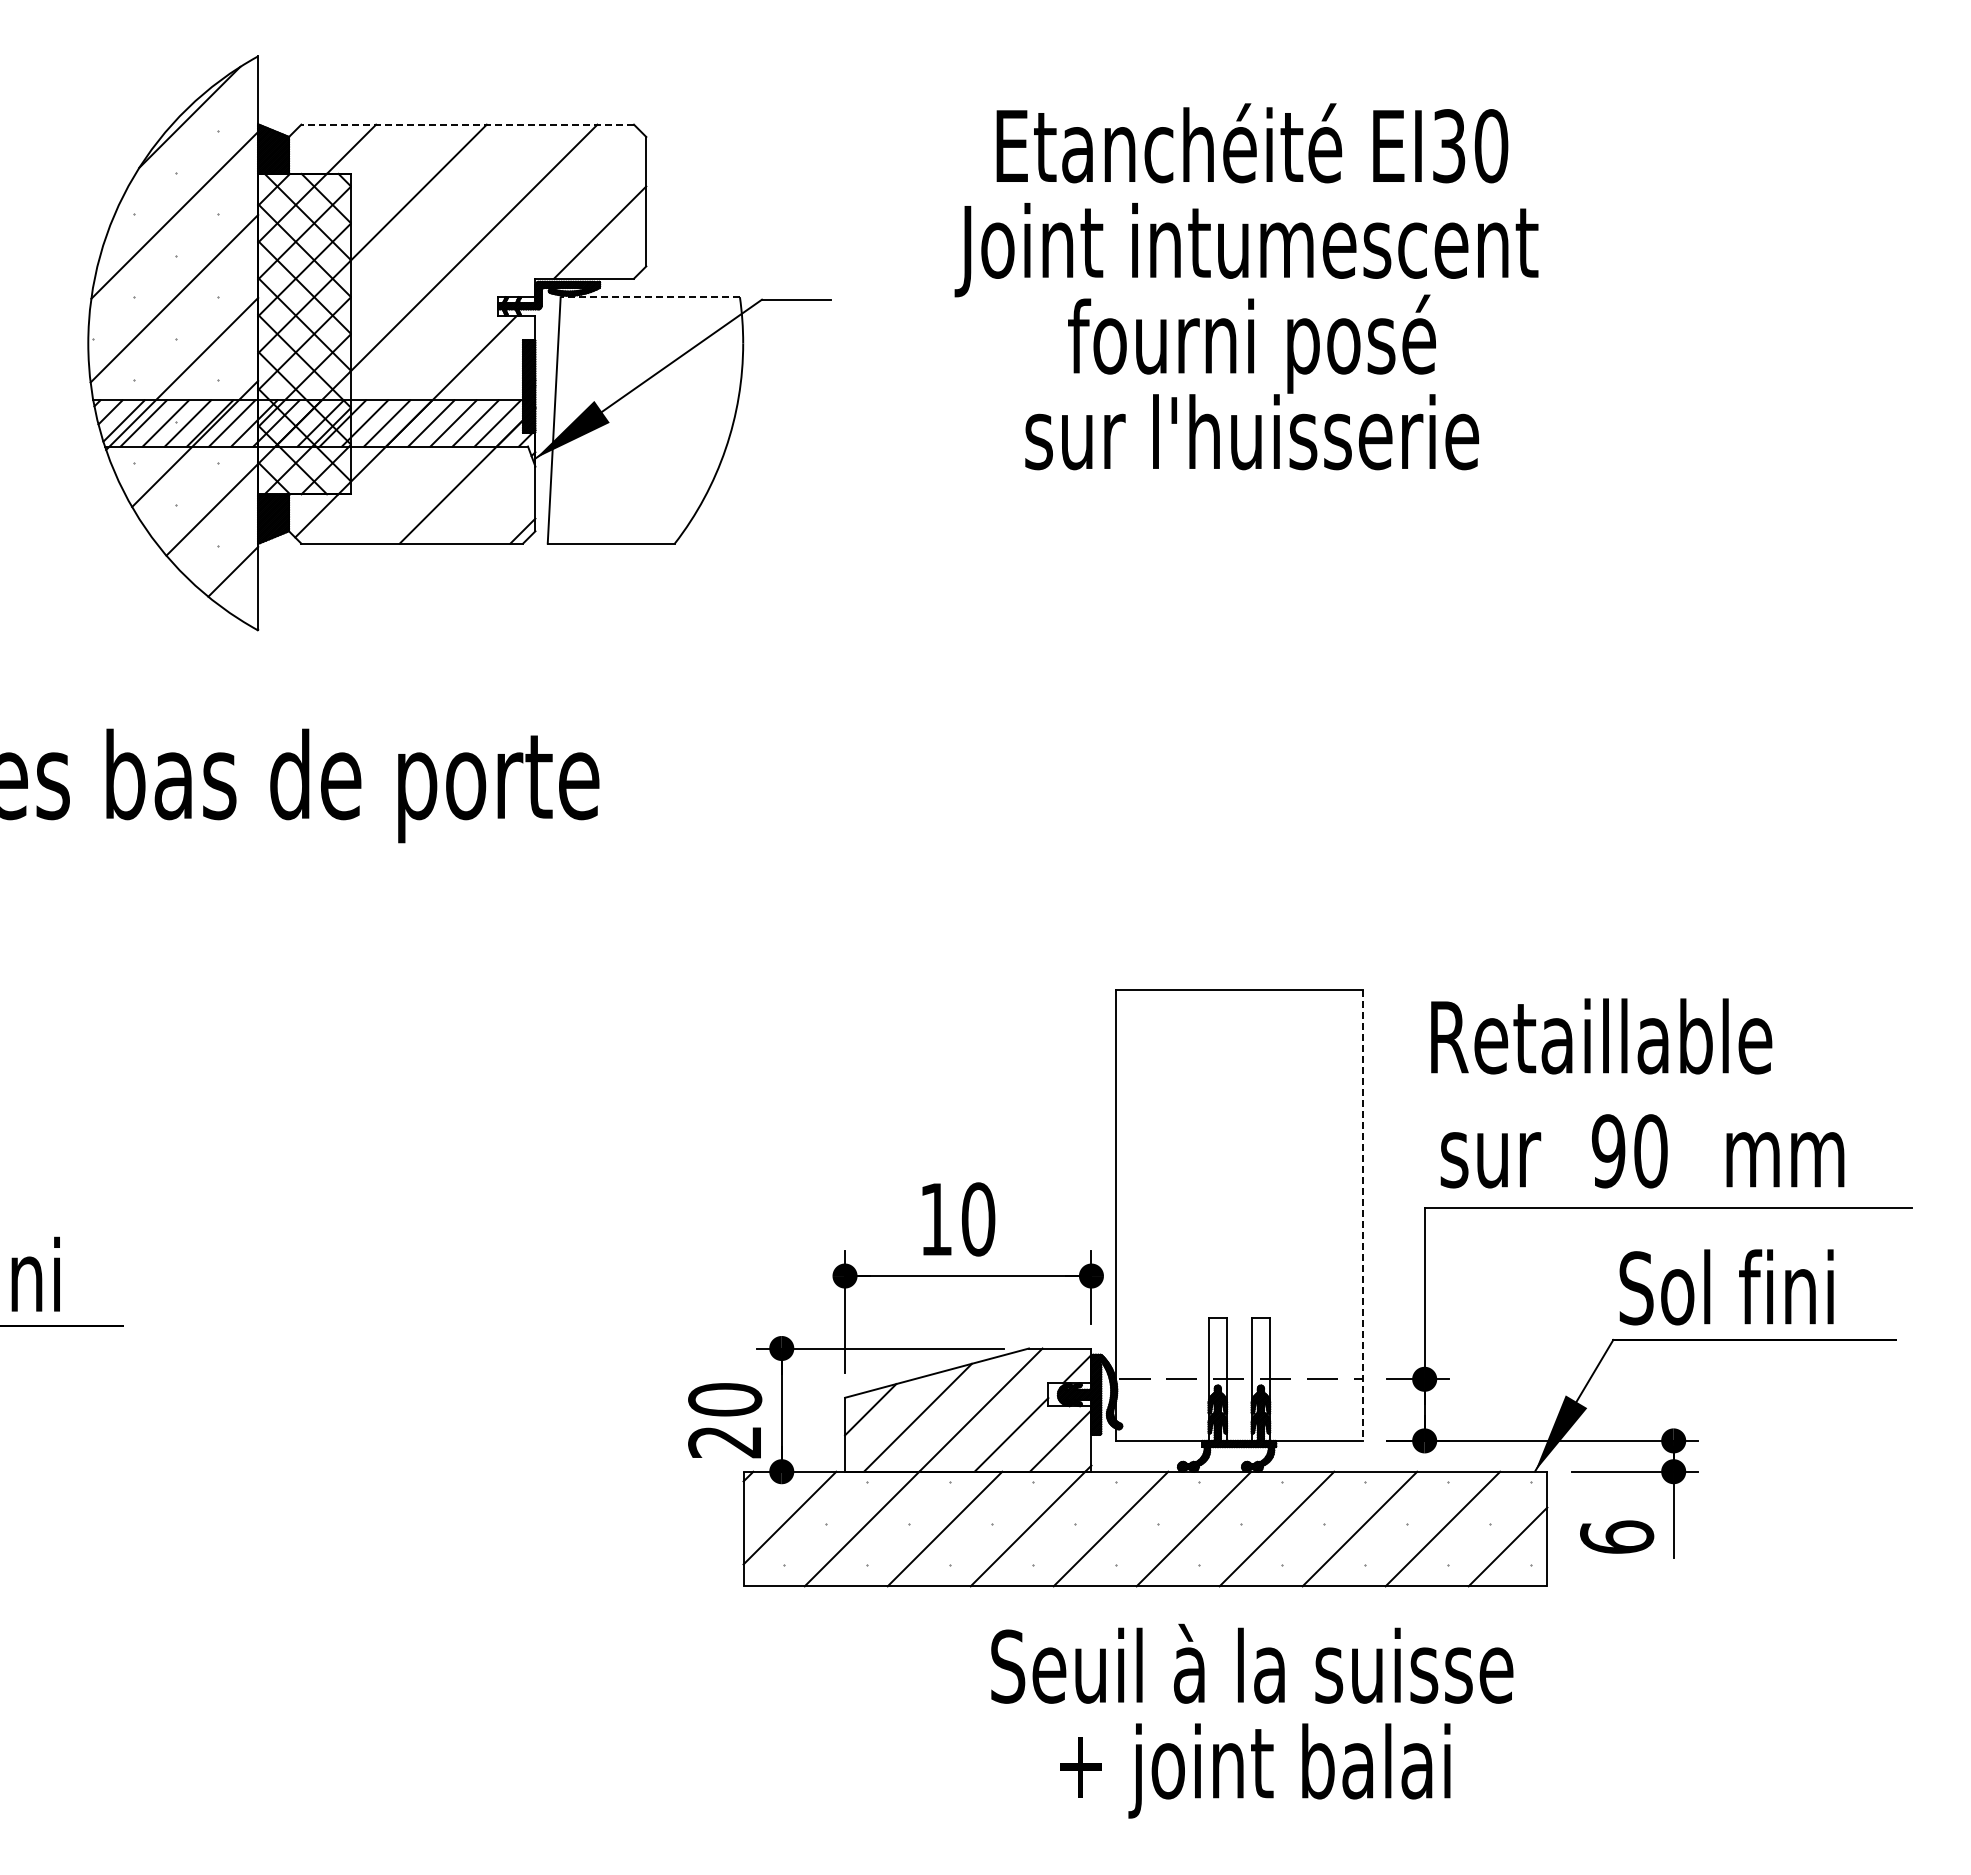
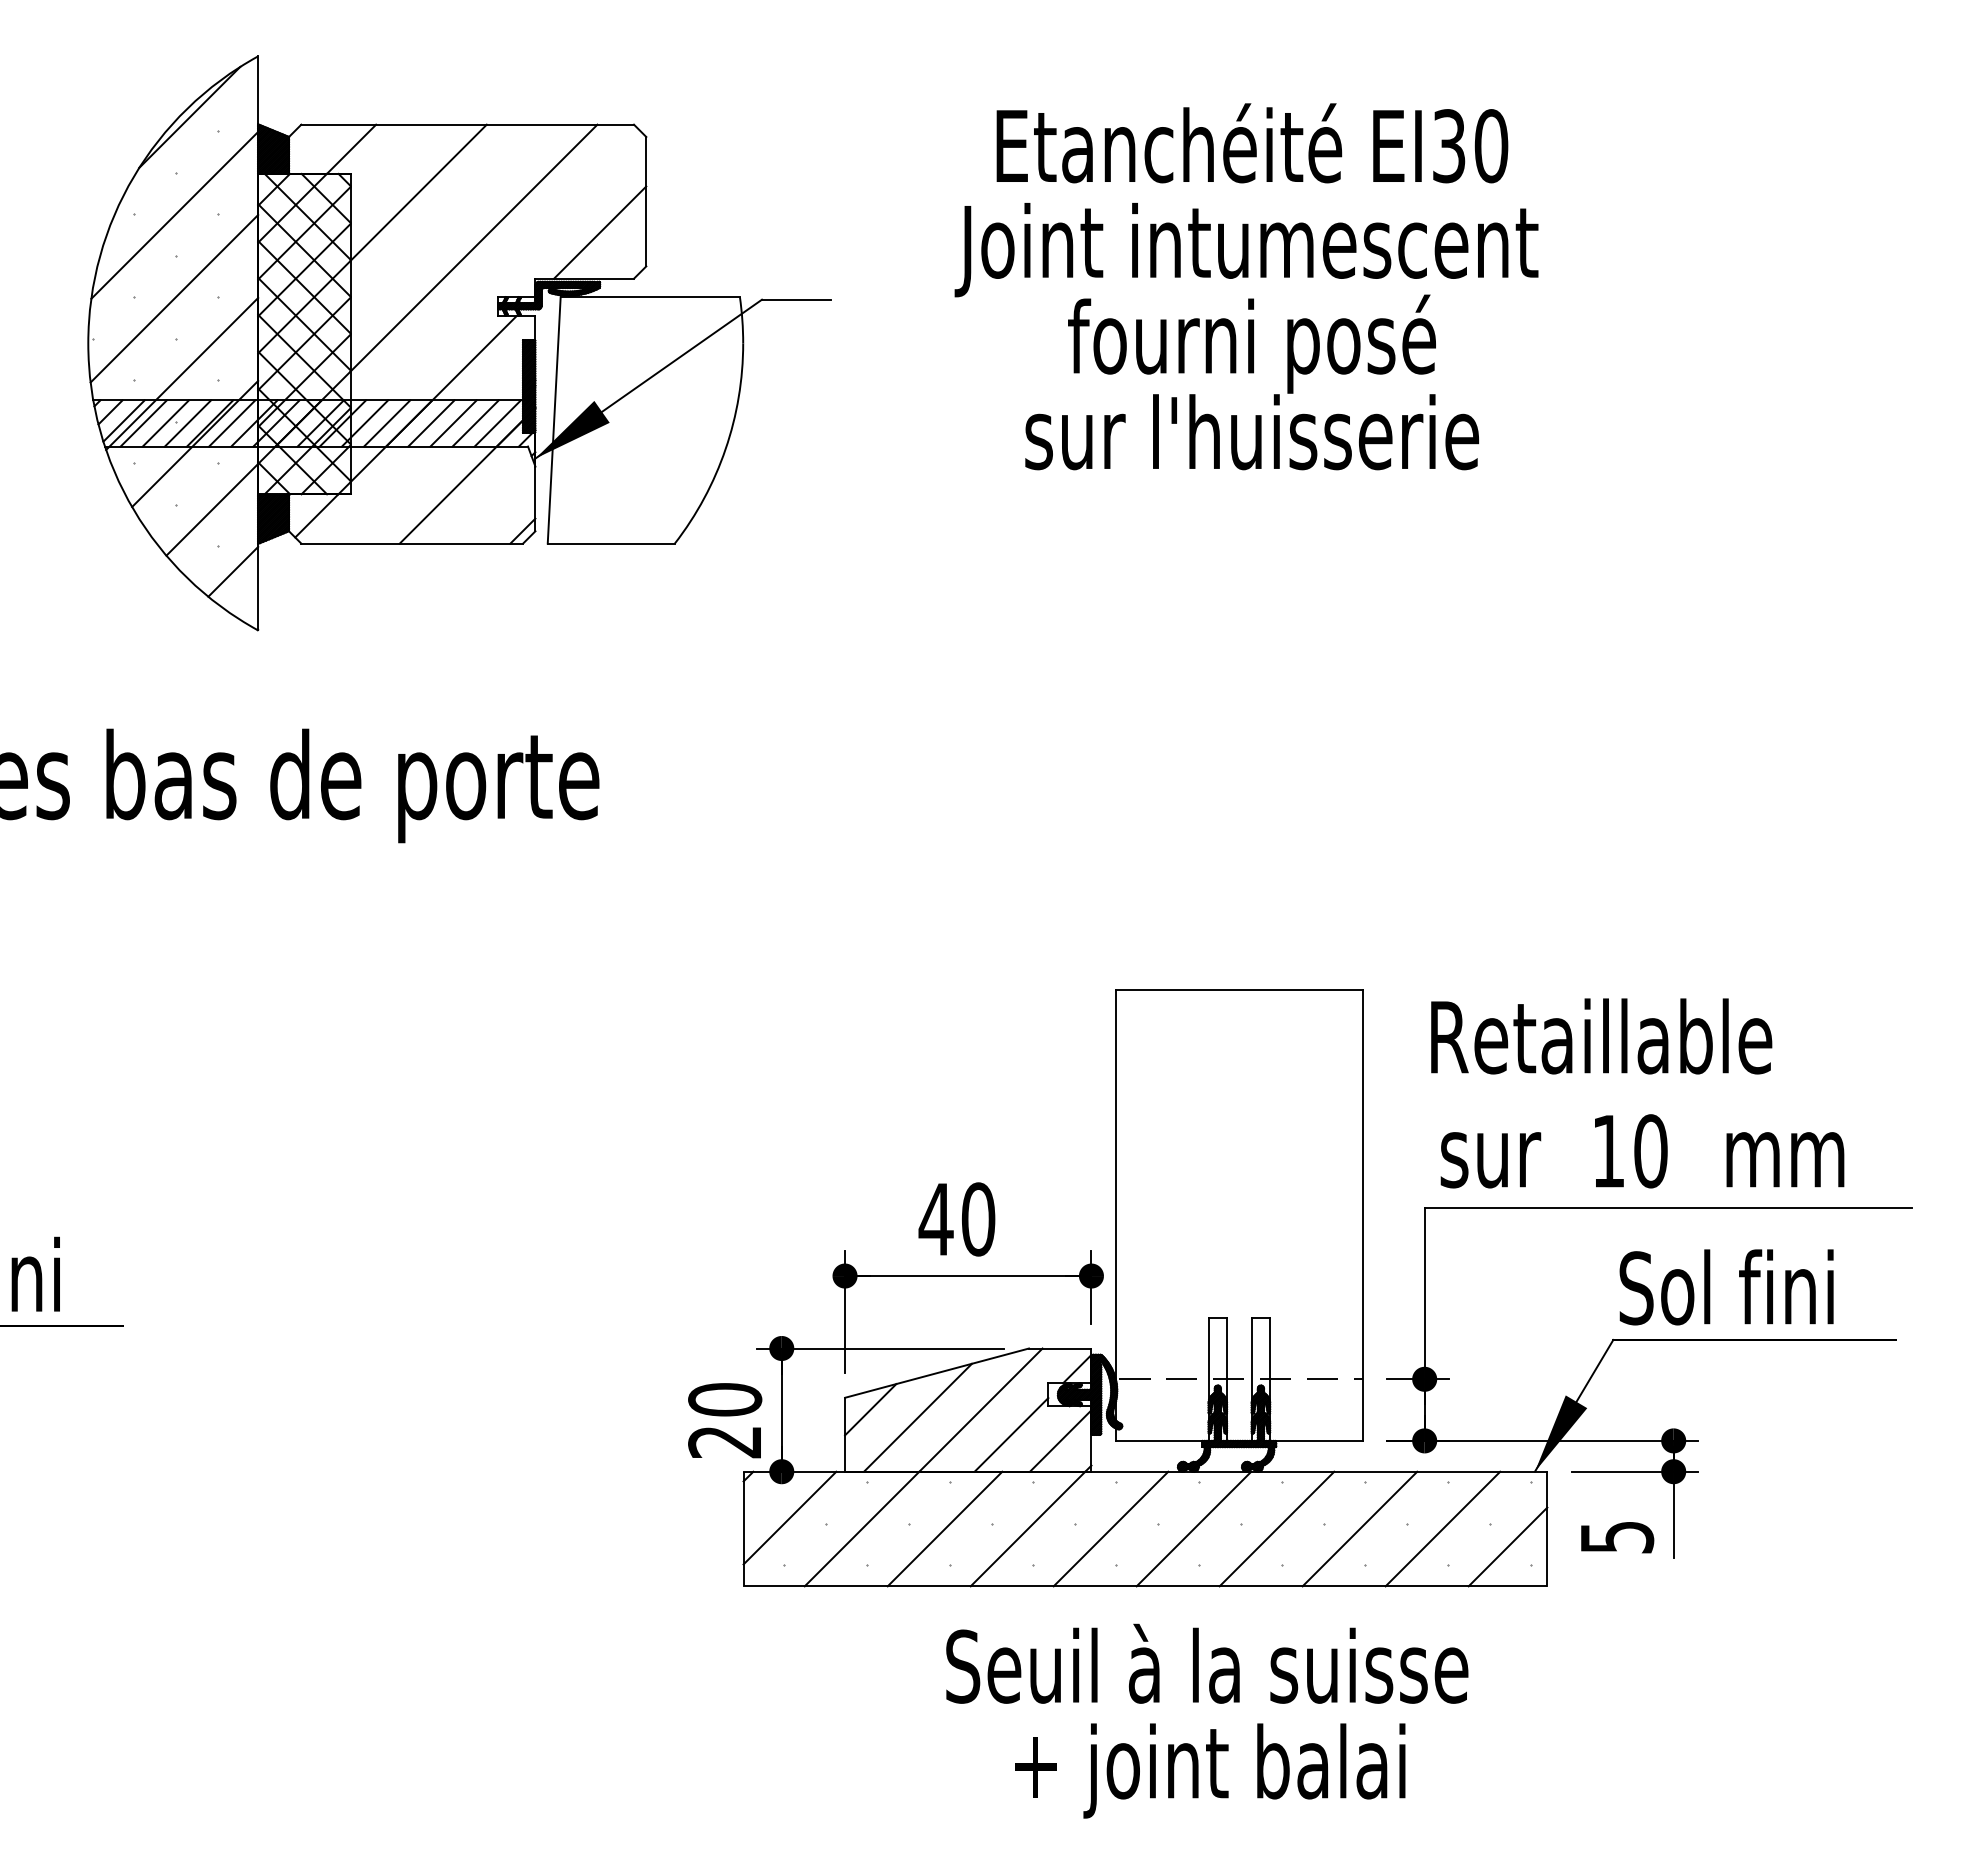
line at (467, 124): dashed -> solid
line at (650, 297): dashed -> solid
text at (1608, 1151): 90 -> 10
line at (1362, 1215): dashed -> solid
text at (935, 1219): 10 -> 40
text at (1617, 1536): 6 -> 5
text at (1252, 1720) position: (1252, 1720) -> (1207, 1720)
